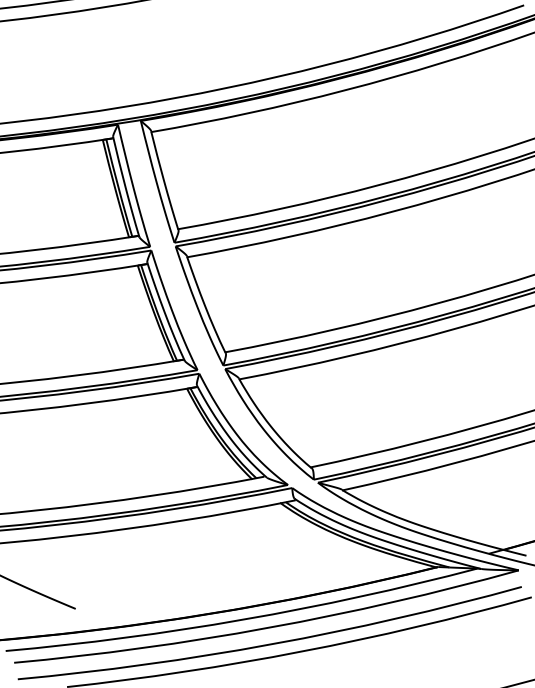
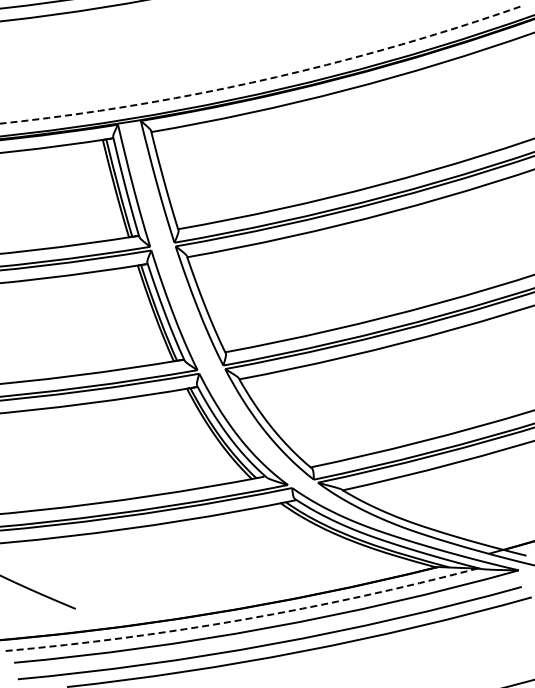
arc at (265, 79): solid -> dashed
arc at (243, 619): solid -> dashed
